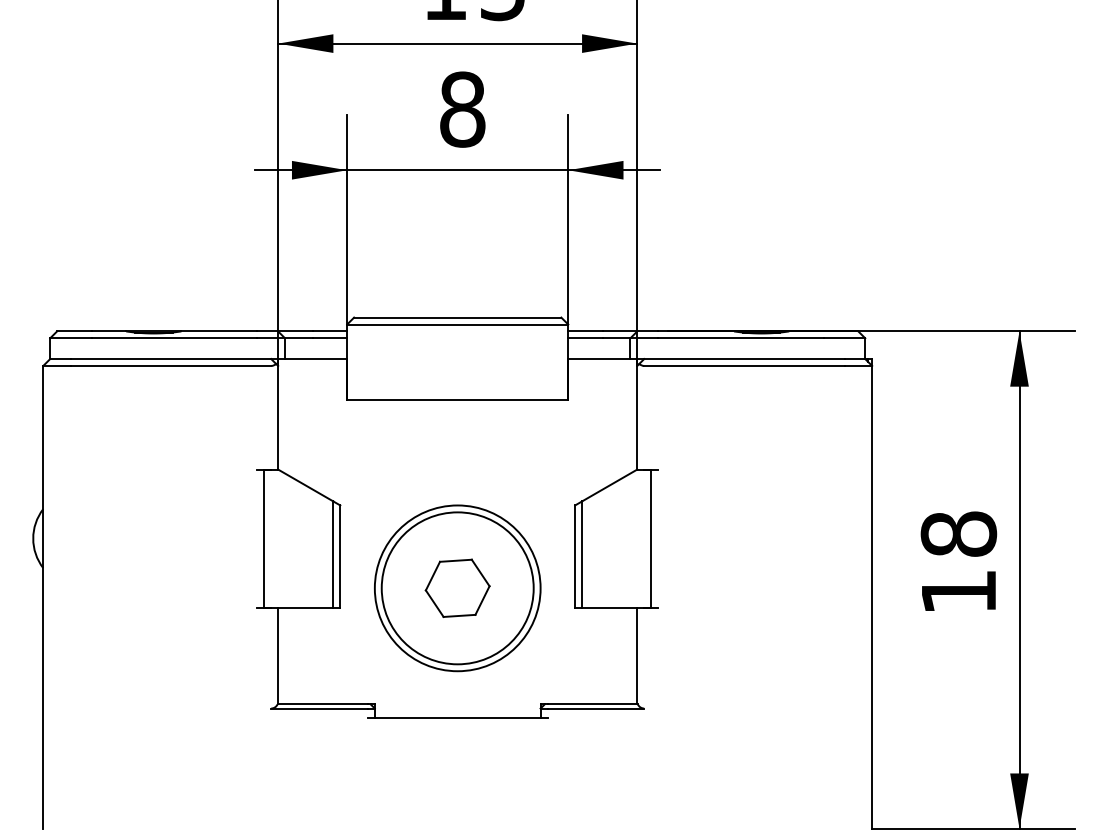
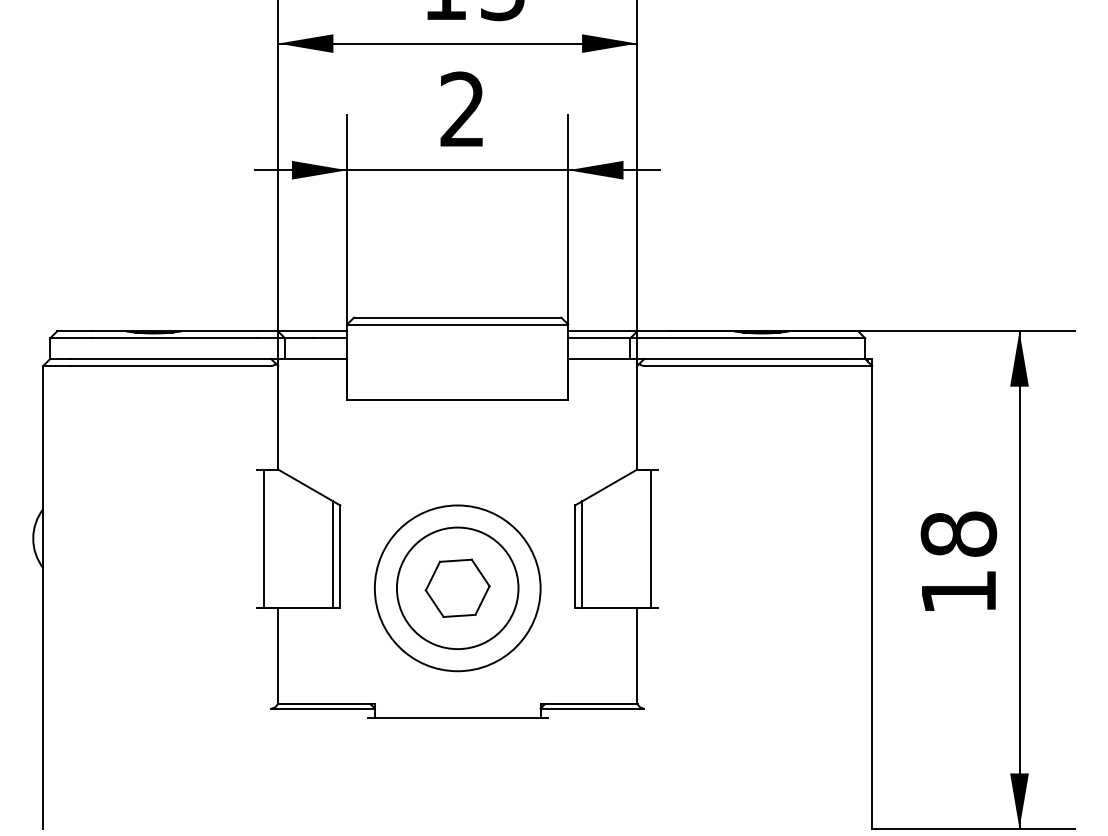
text at (462, 109): 8 -> 2
circle at (457, 588) diameter: 152 px -> 122 px
